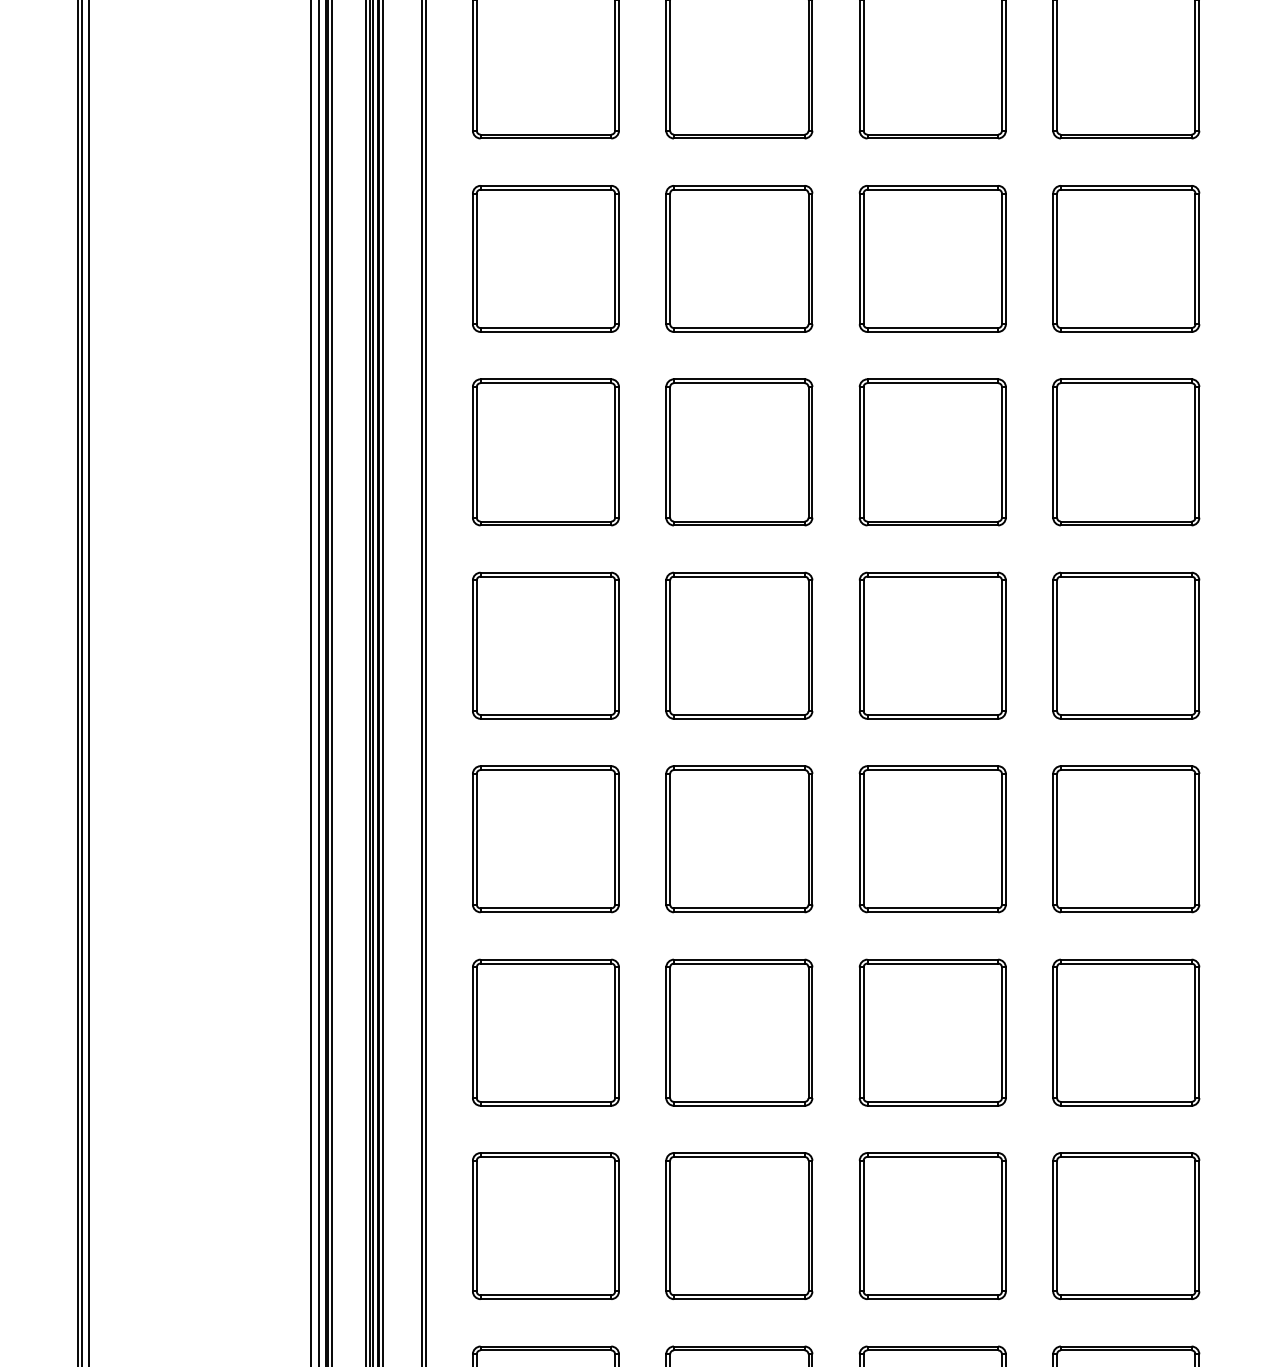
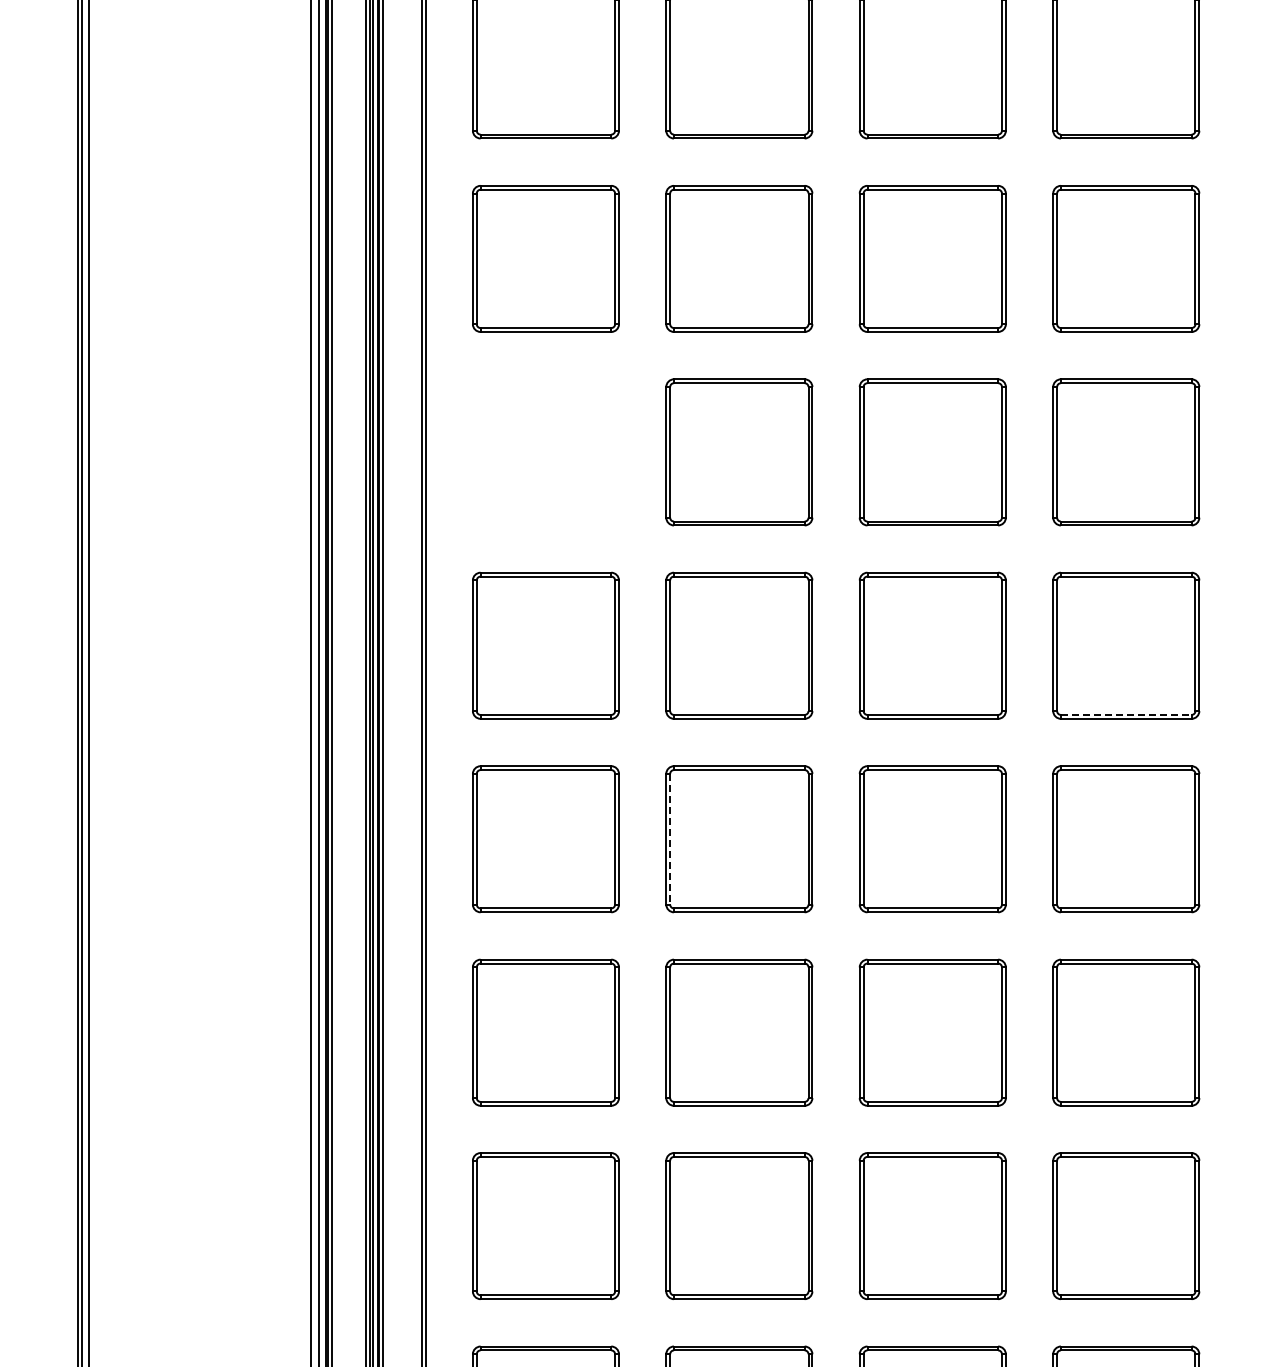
part at (545, 452): present -> none
line at (1126, 714): solid -> dashed
line at (670, 839): solid -> dashed
